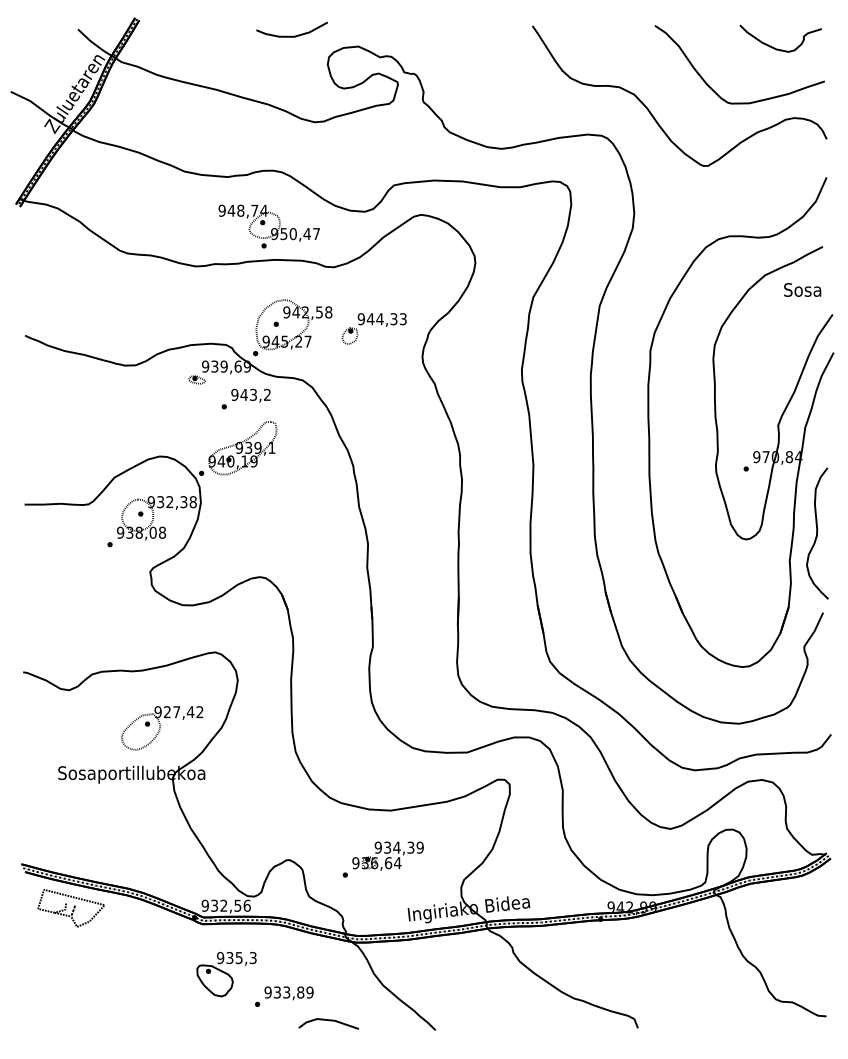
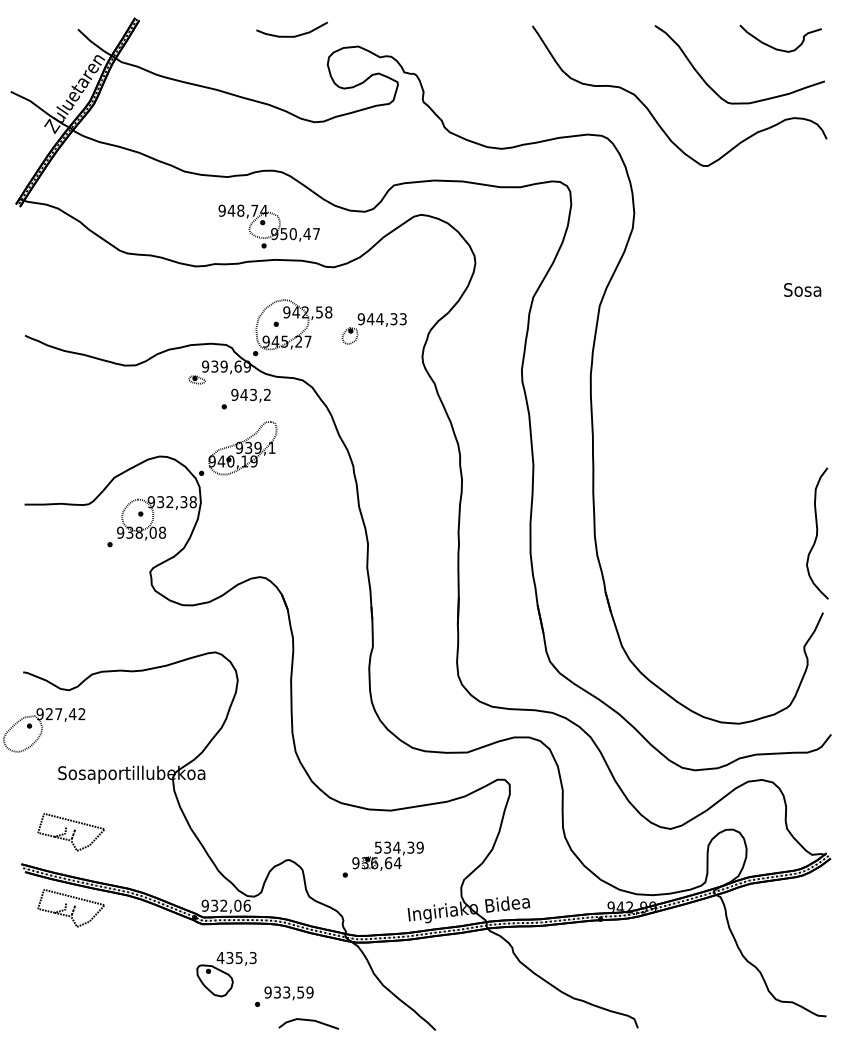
part at (717, 422): present -> none
part at (162, 728) position: (162, 728) -> (44, 730)
part at (70, 832): none -> present
text at (377, 847): 934,39 -> 534,39
text at (237, 905): 932,56 -> 932,06
text at (220, 957): 935,3 -> 435,3
text at (300, 992): 933,89 -> 933,59
line at (328, 1021) position: (328, 1021) -> (308, 1021)
